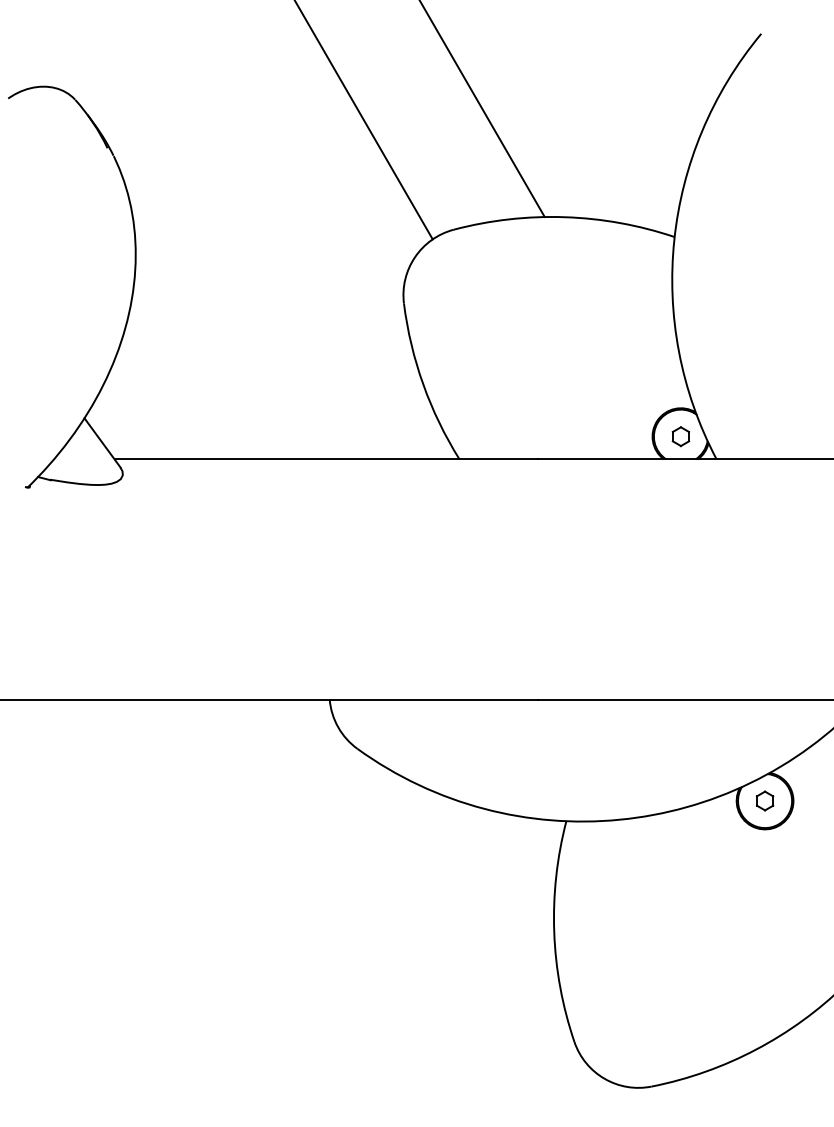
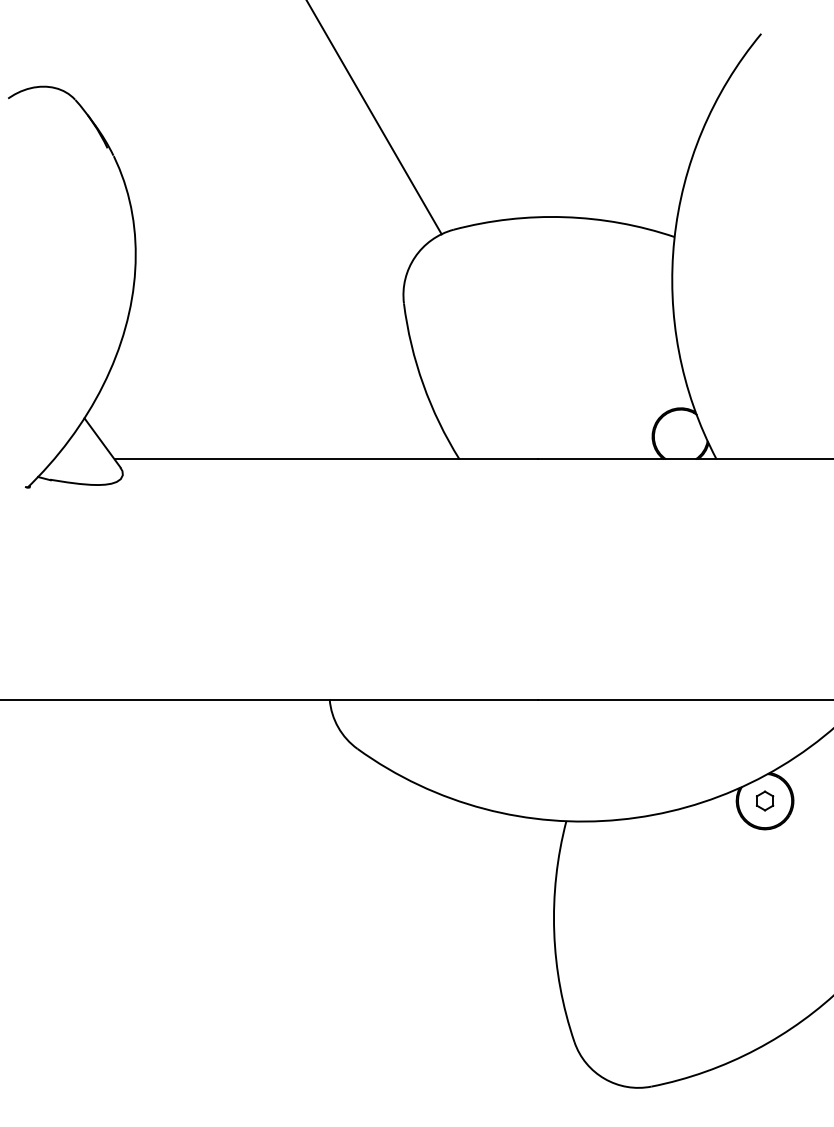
line at (482, 109): present -> none
line at (363, 120) position: (363, 120) -> (374, 118)
part at (680, 436): present -> none
